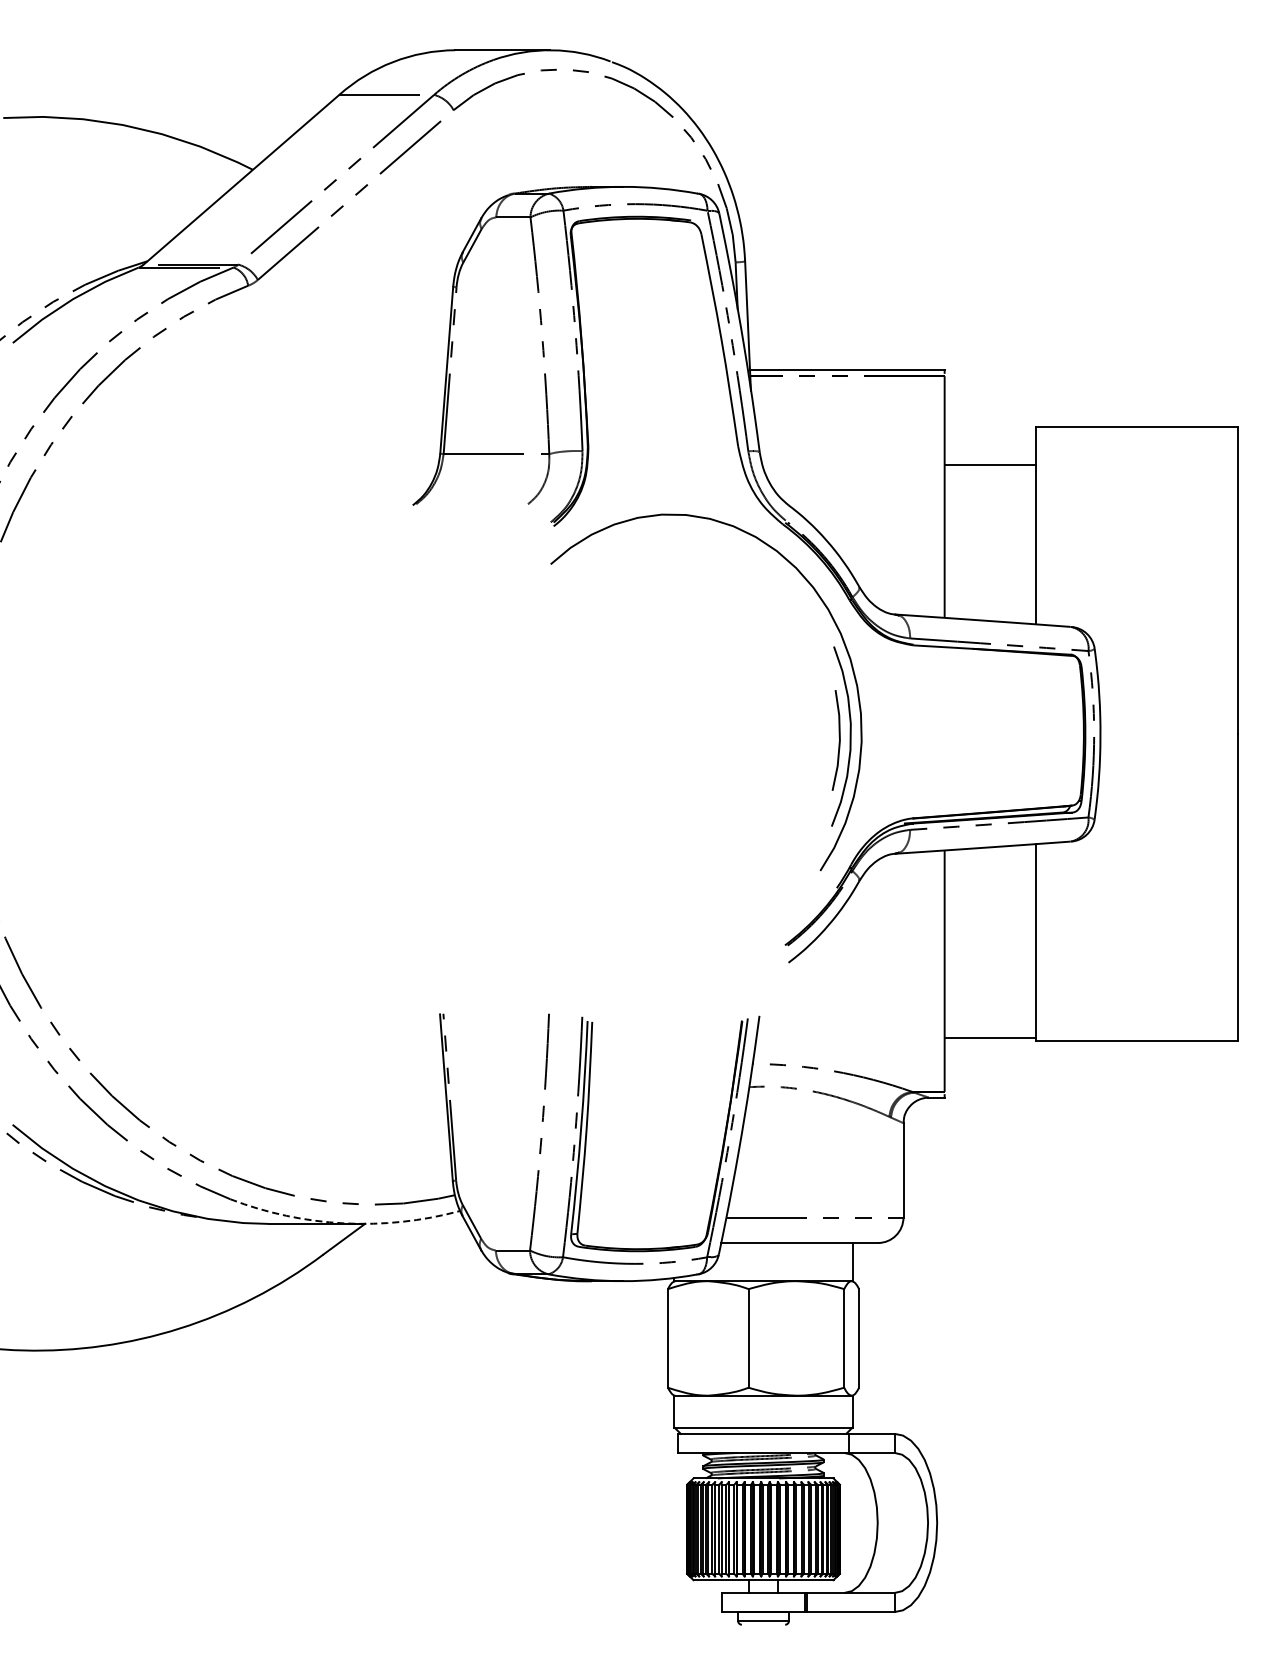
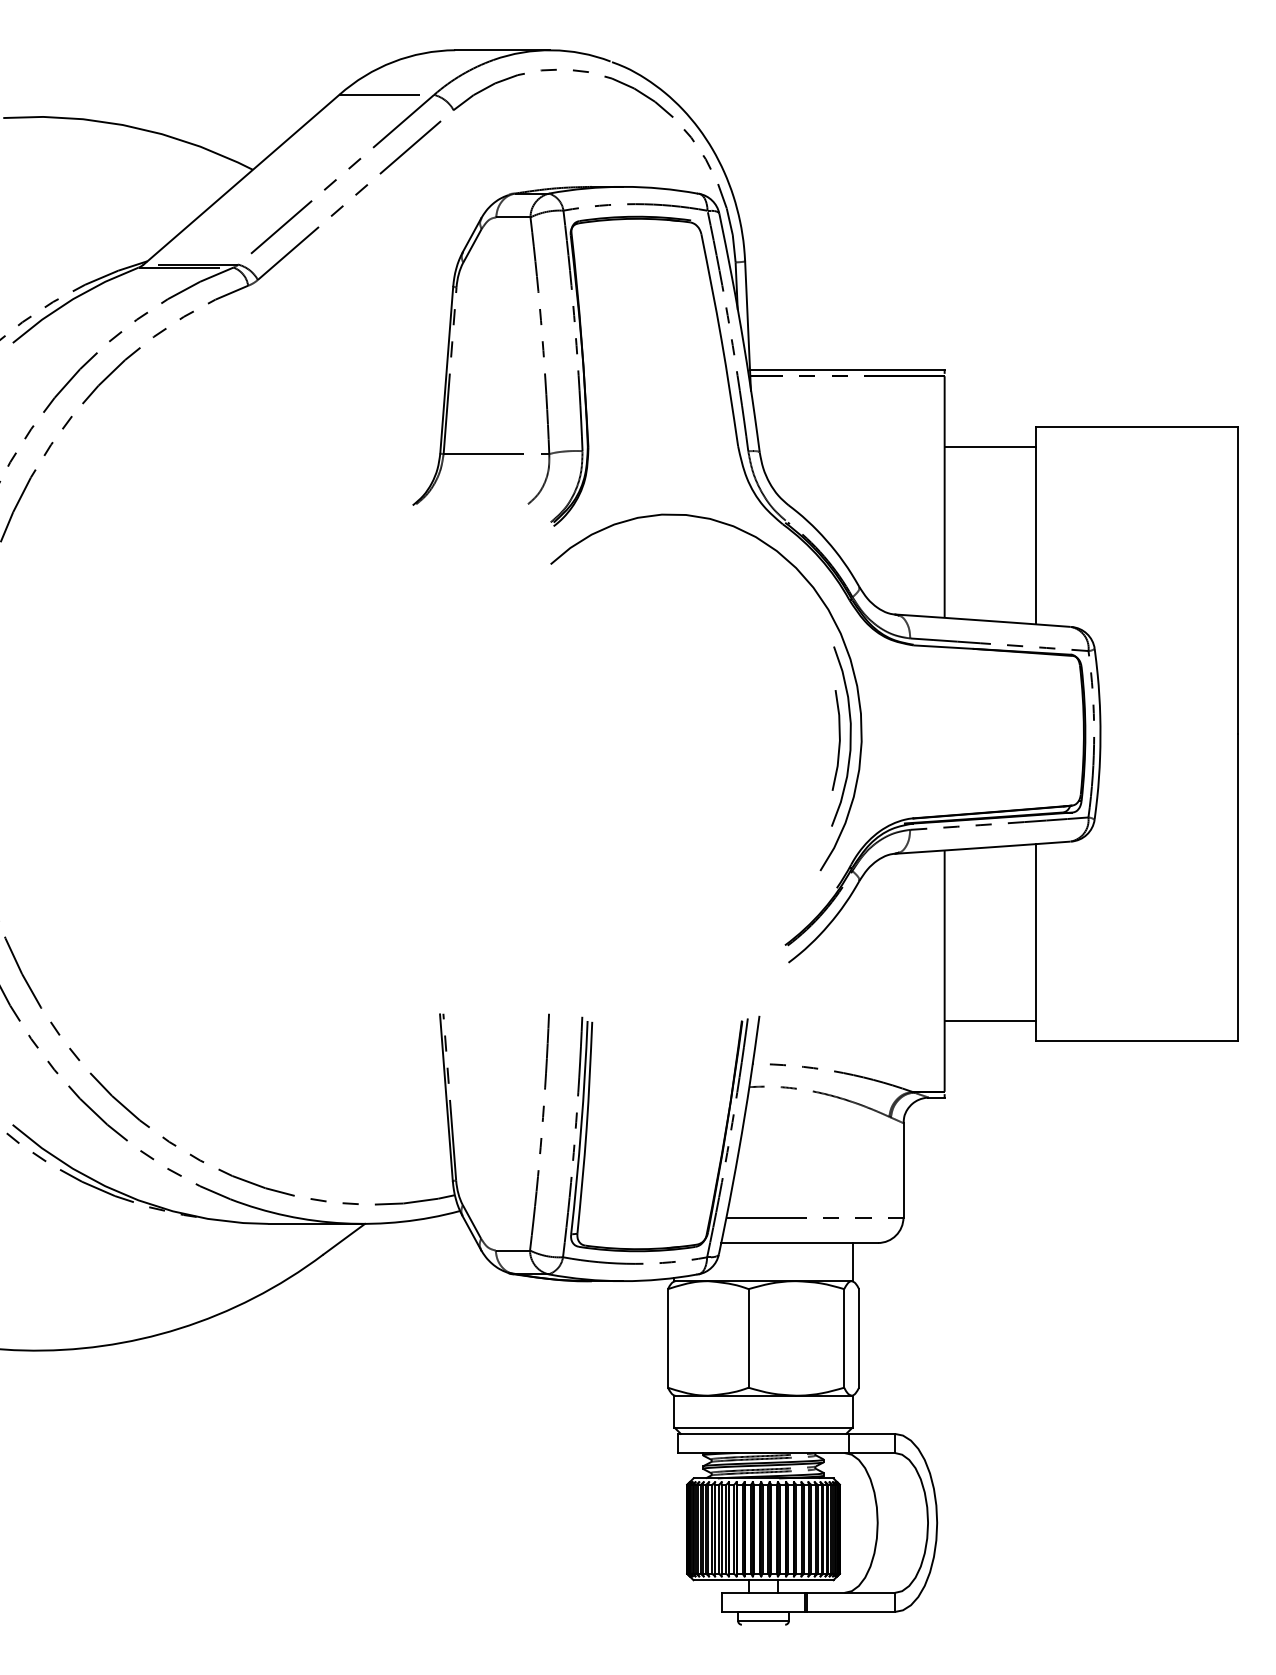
line at (989, 465) position: (989, 465) -> (989, 447)
line at (989, 1037) position: (989, 1037) -> (989, 1020)
arc at (344, 1223): dashed -> solid
